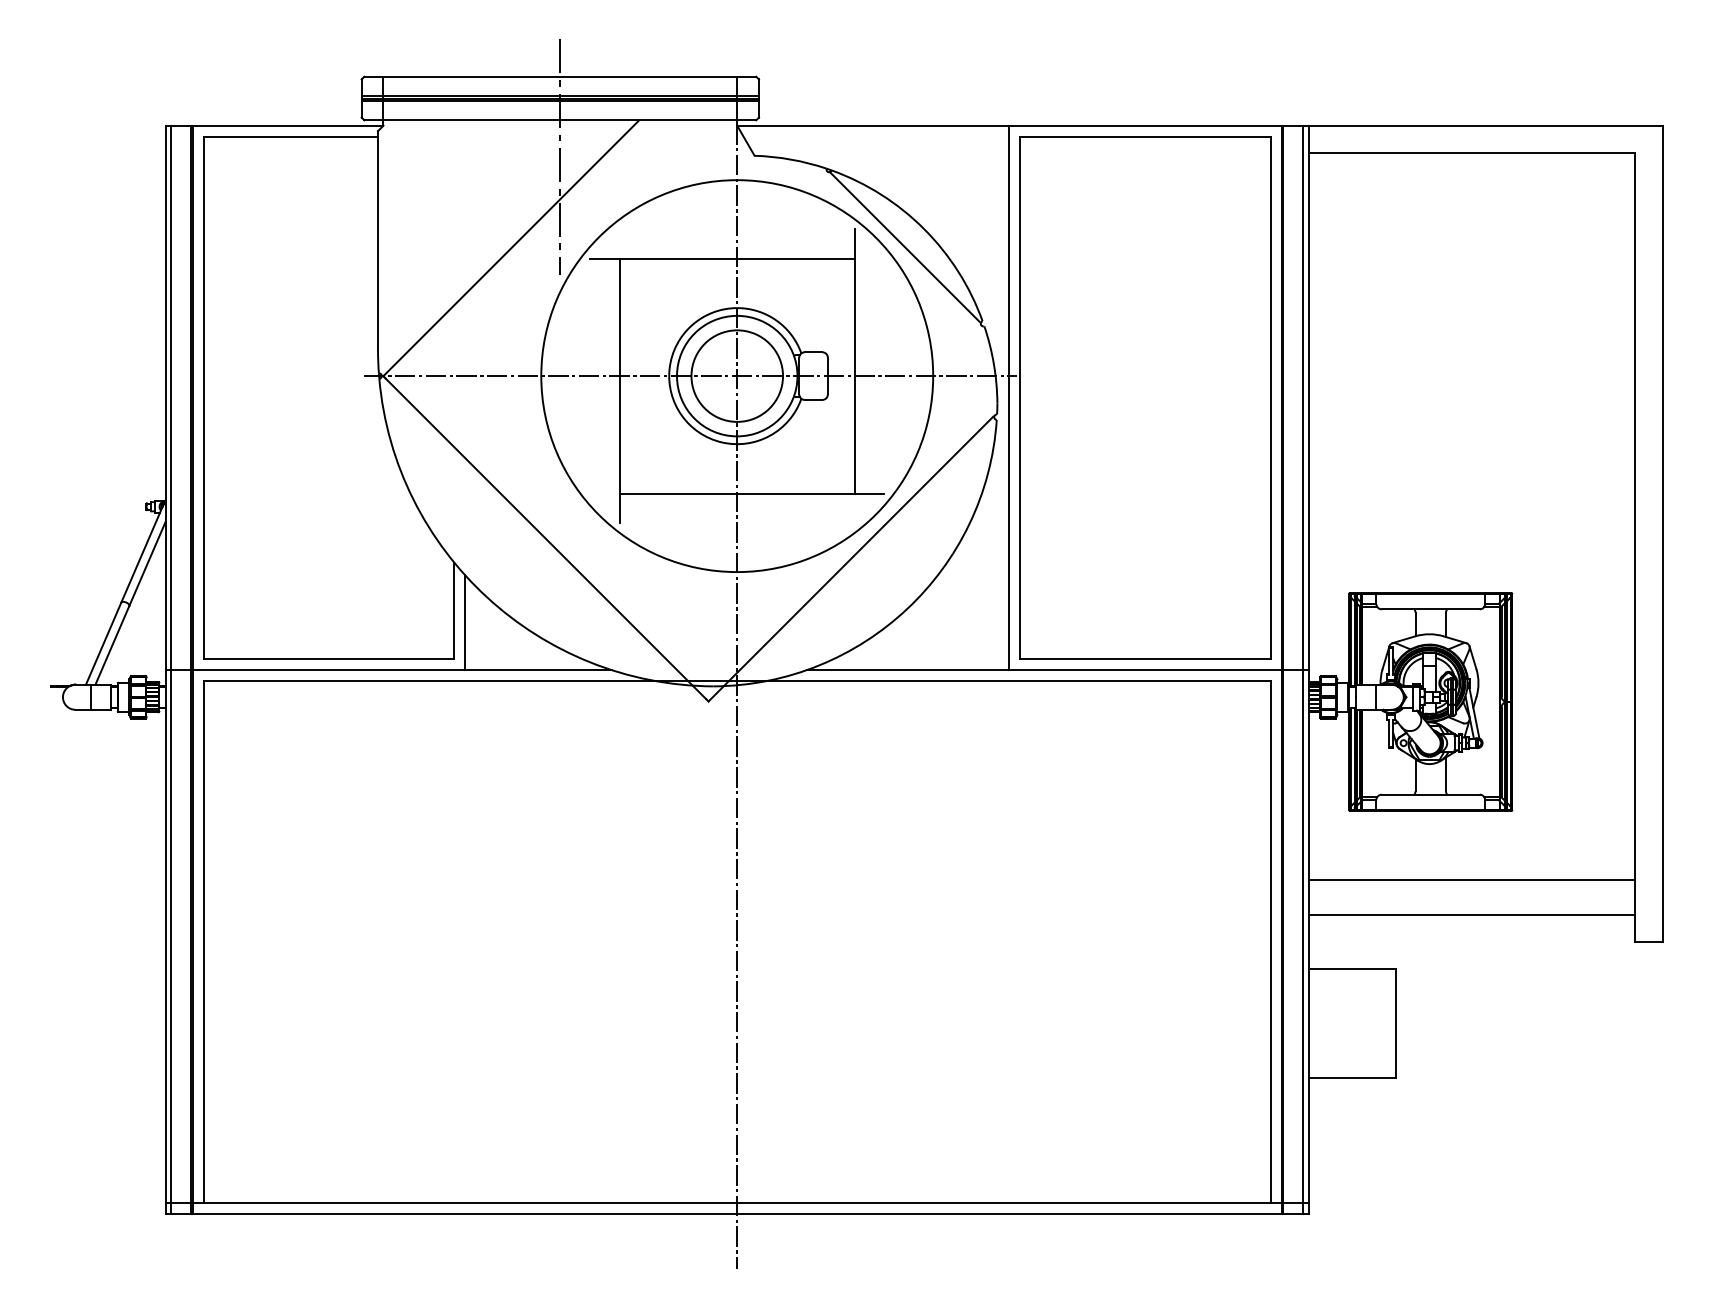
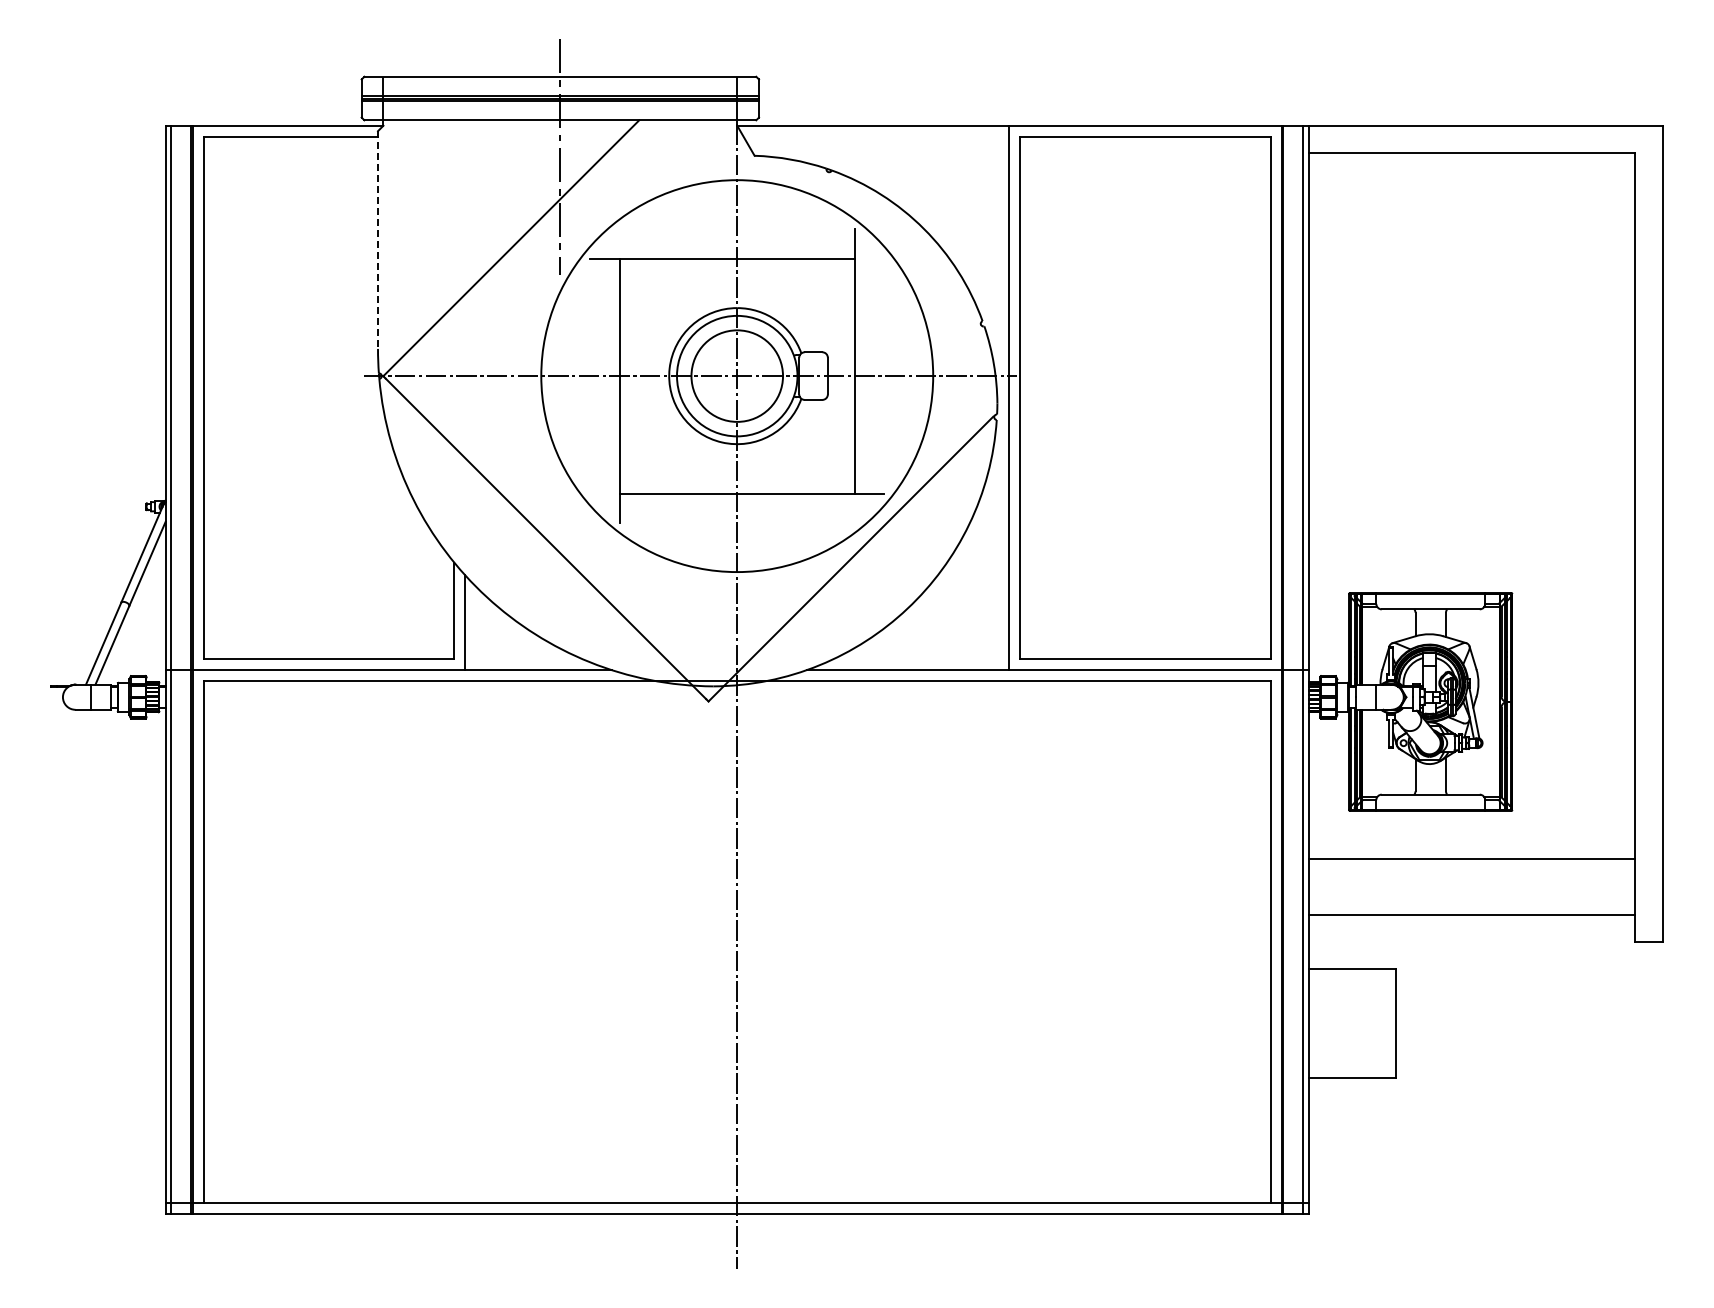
line at (378, 240): solid -> dashed
line at (904, 246): present -> none
line at (1471, 879) position: (1471, 879) -> (1471, 858)
